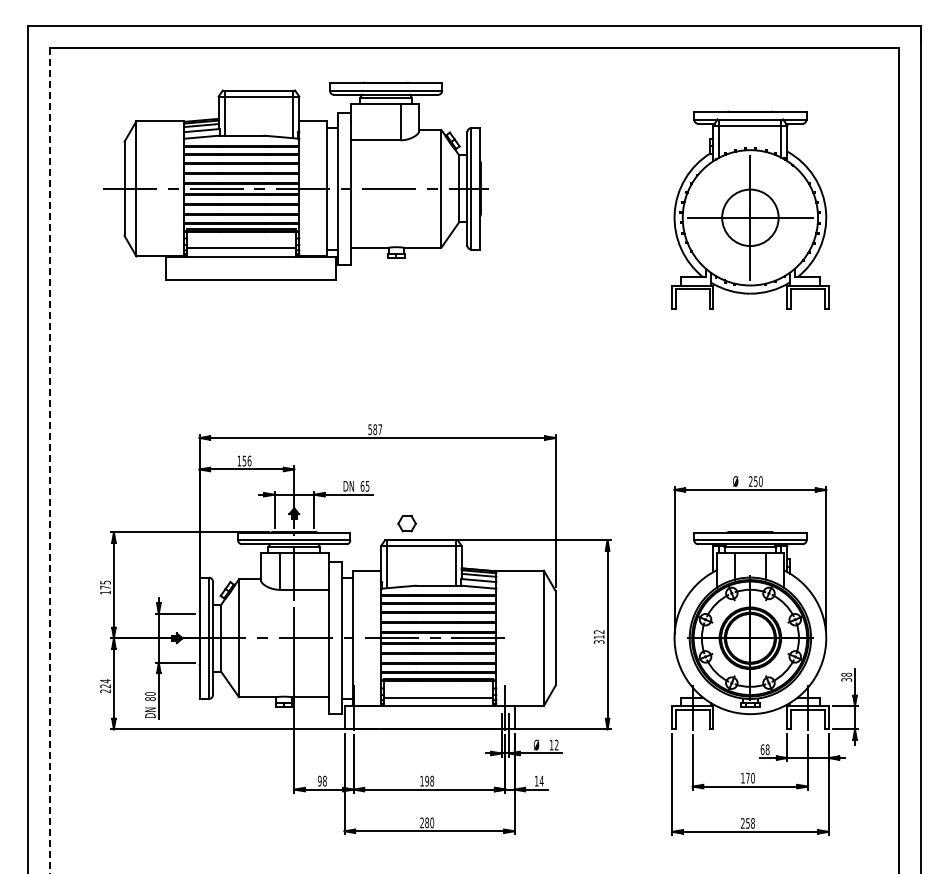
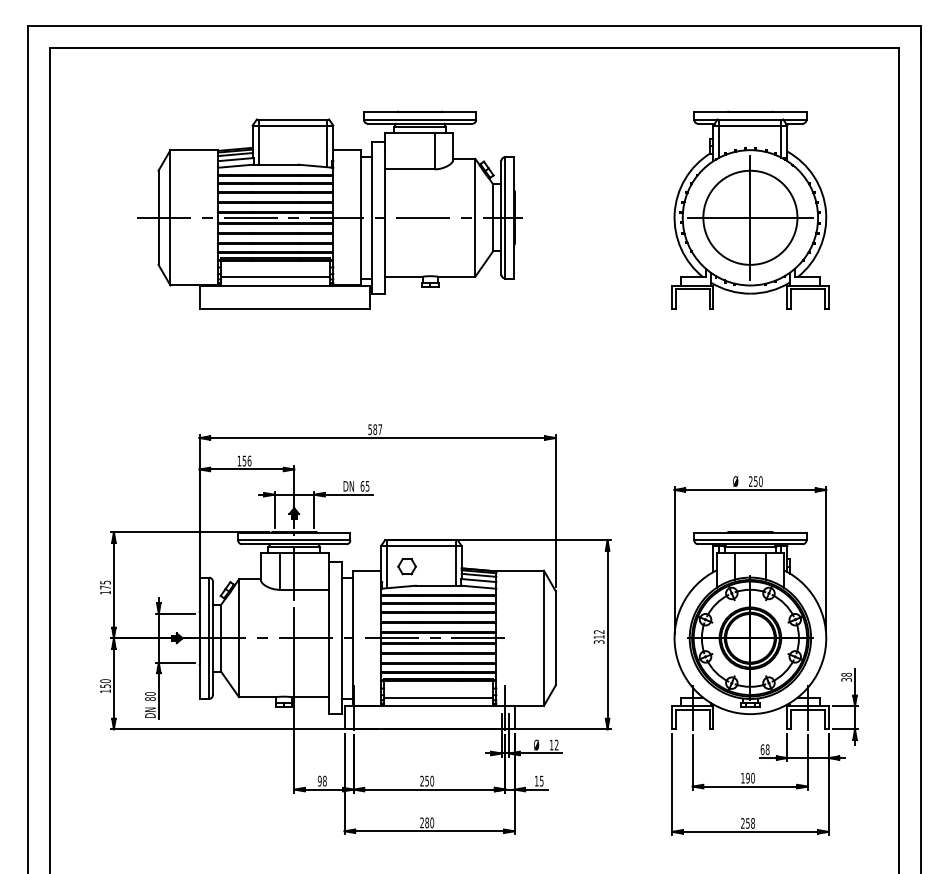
part at (295, 180) position: (295, 180) -> (329, 209)
circle at (750, 217) diameter: 56 px -> 94 px
line at (49, 460): dashed -> solid
part at (406, 523) position: (406, 523) -> (406, 566)
text at (105, 686): 224 -> 150
text at (747, 778): 170 -> 190
text at (427, 780): 198 -> 250
text at (541, 780): 14 -> 15
